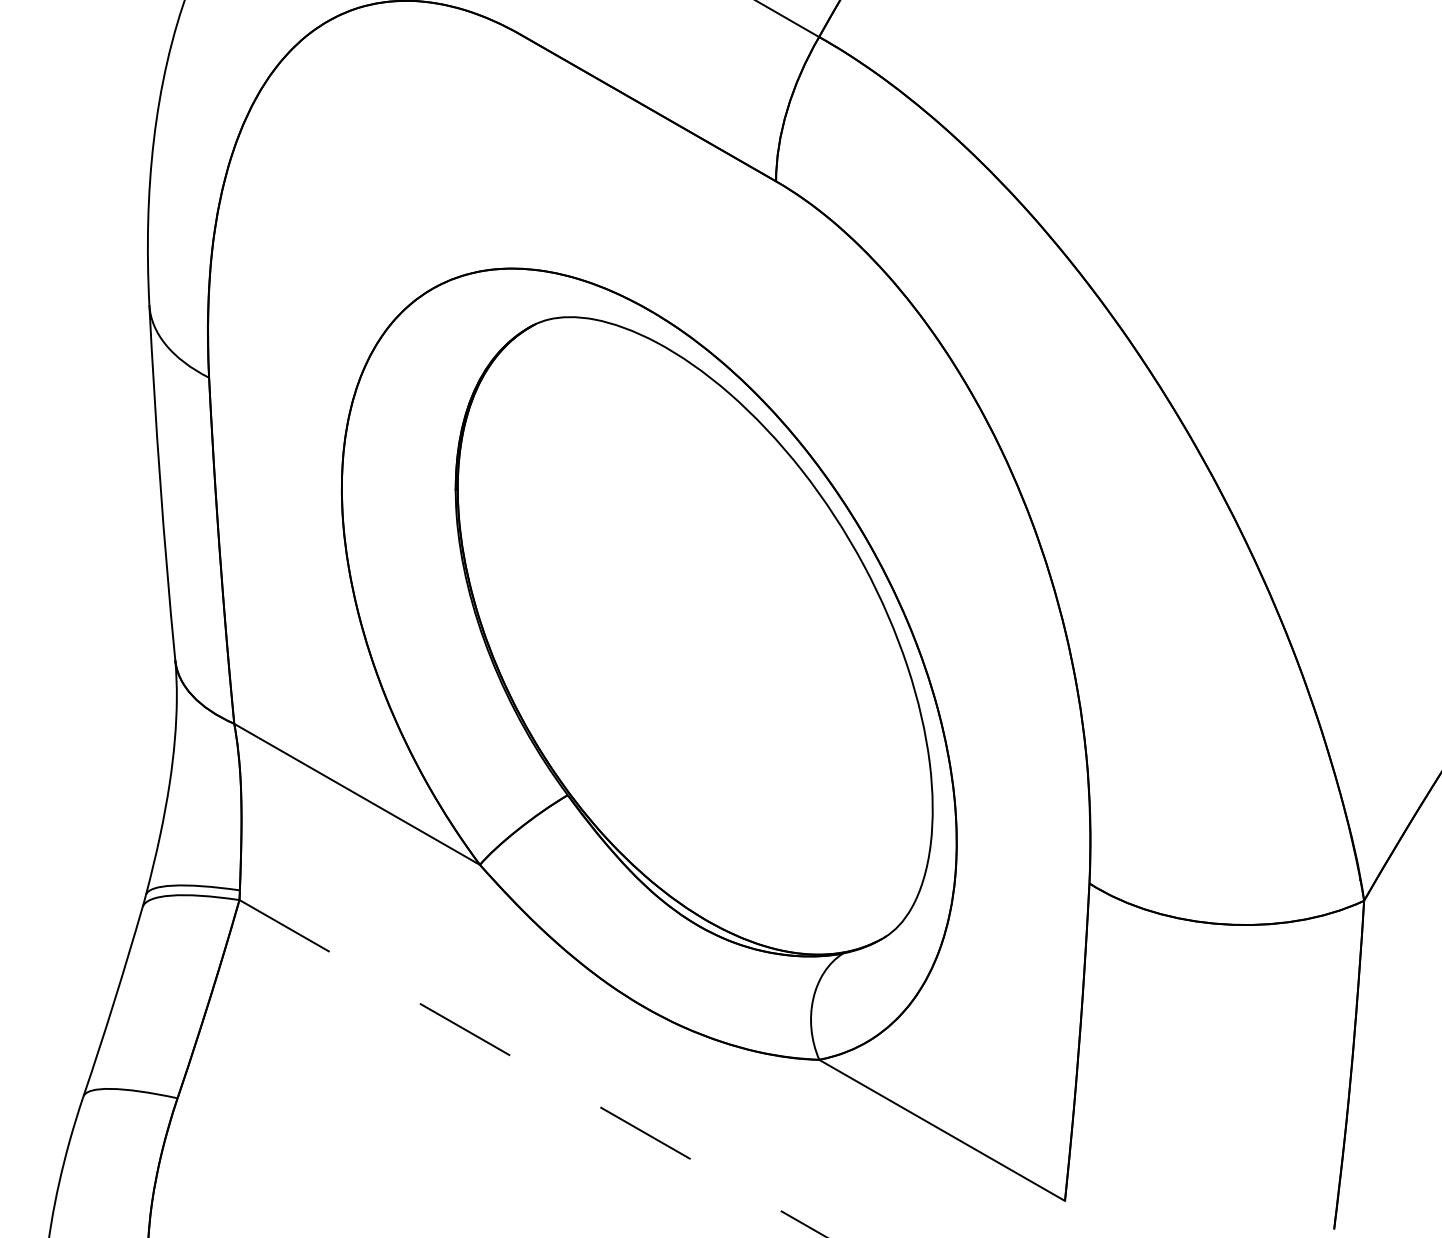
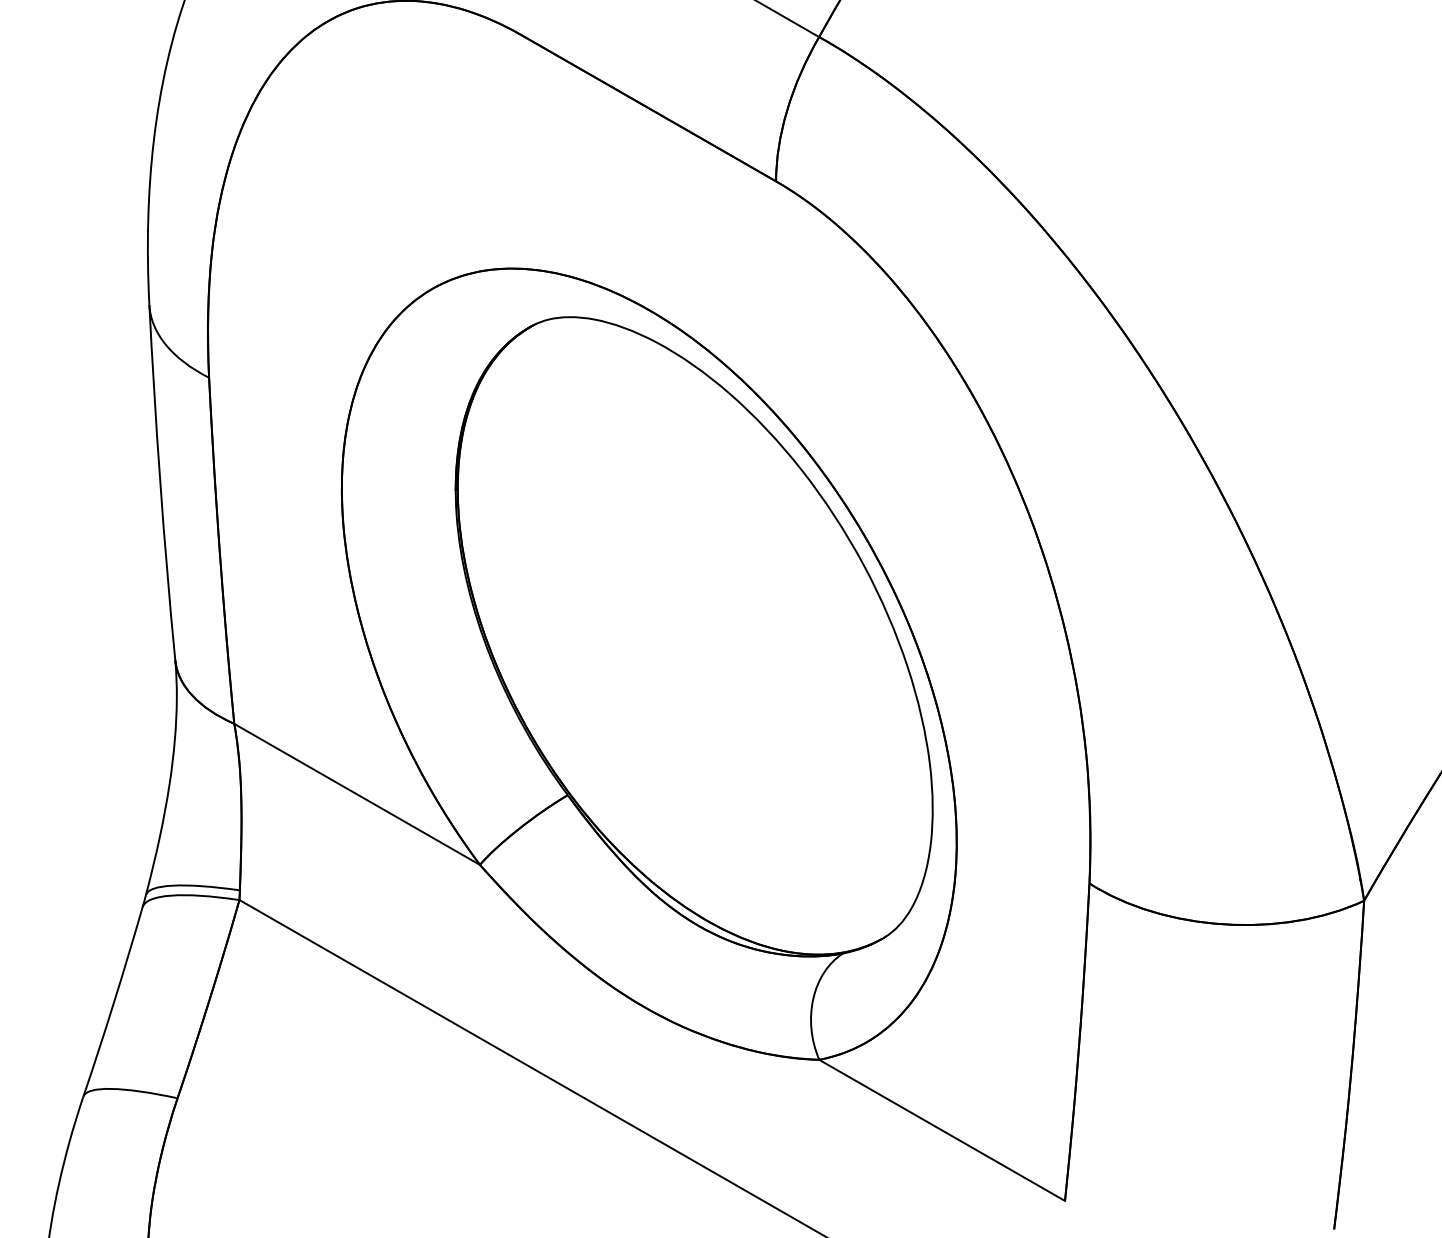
line at (534, 1069): dashed -> solid
